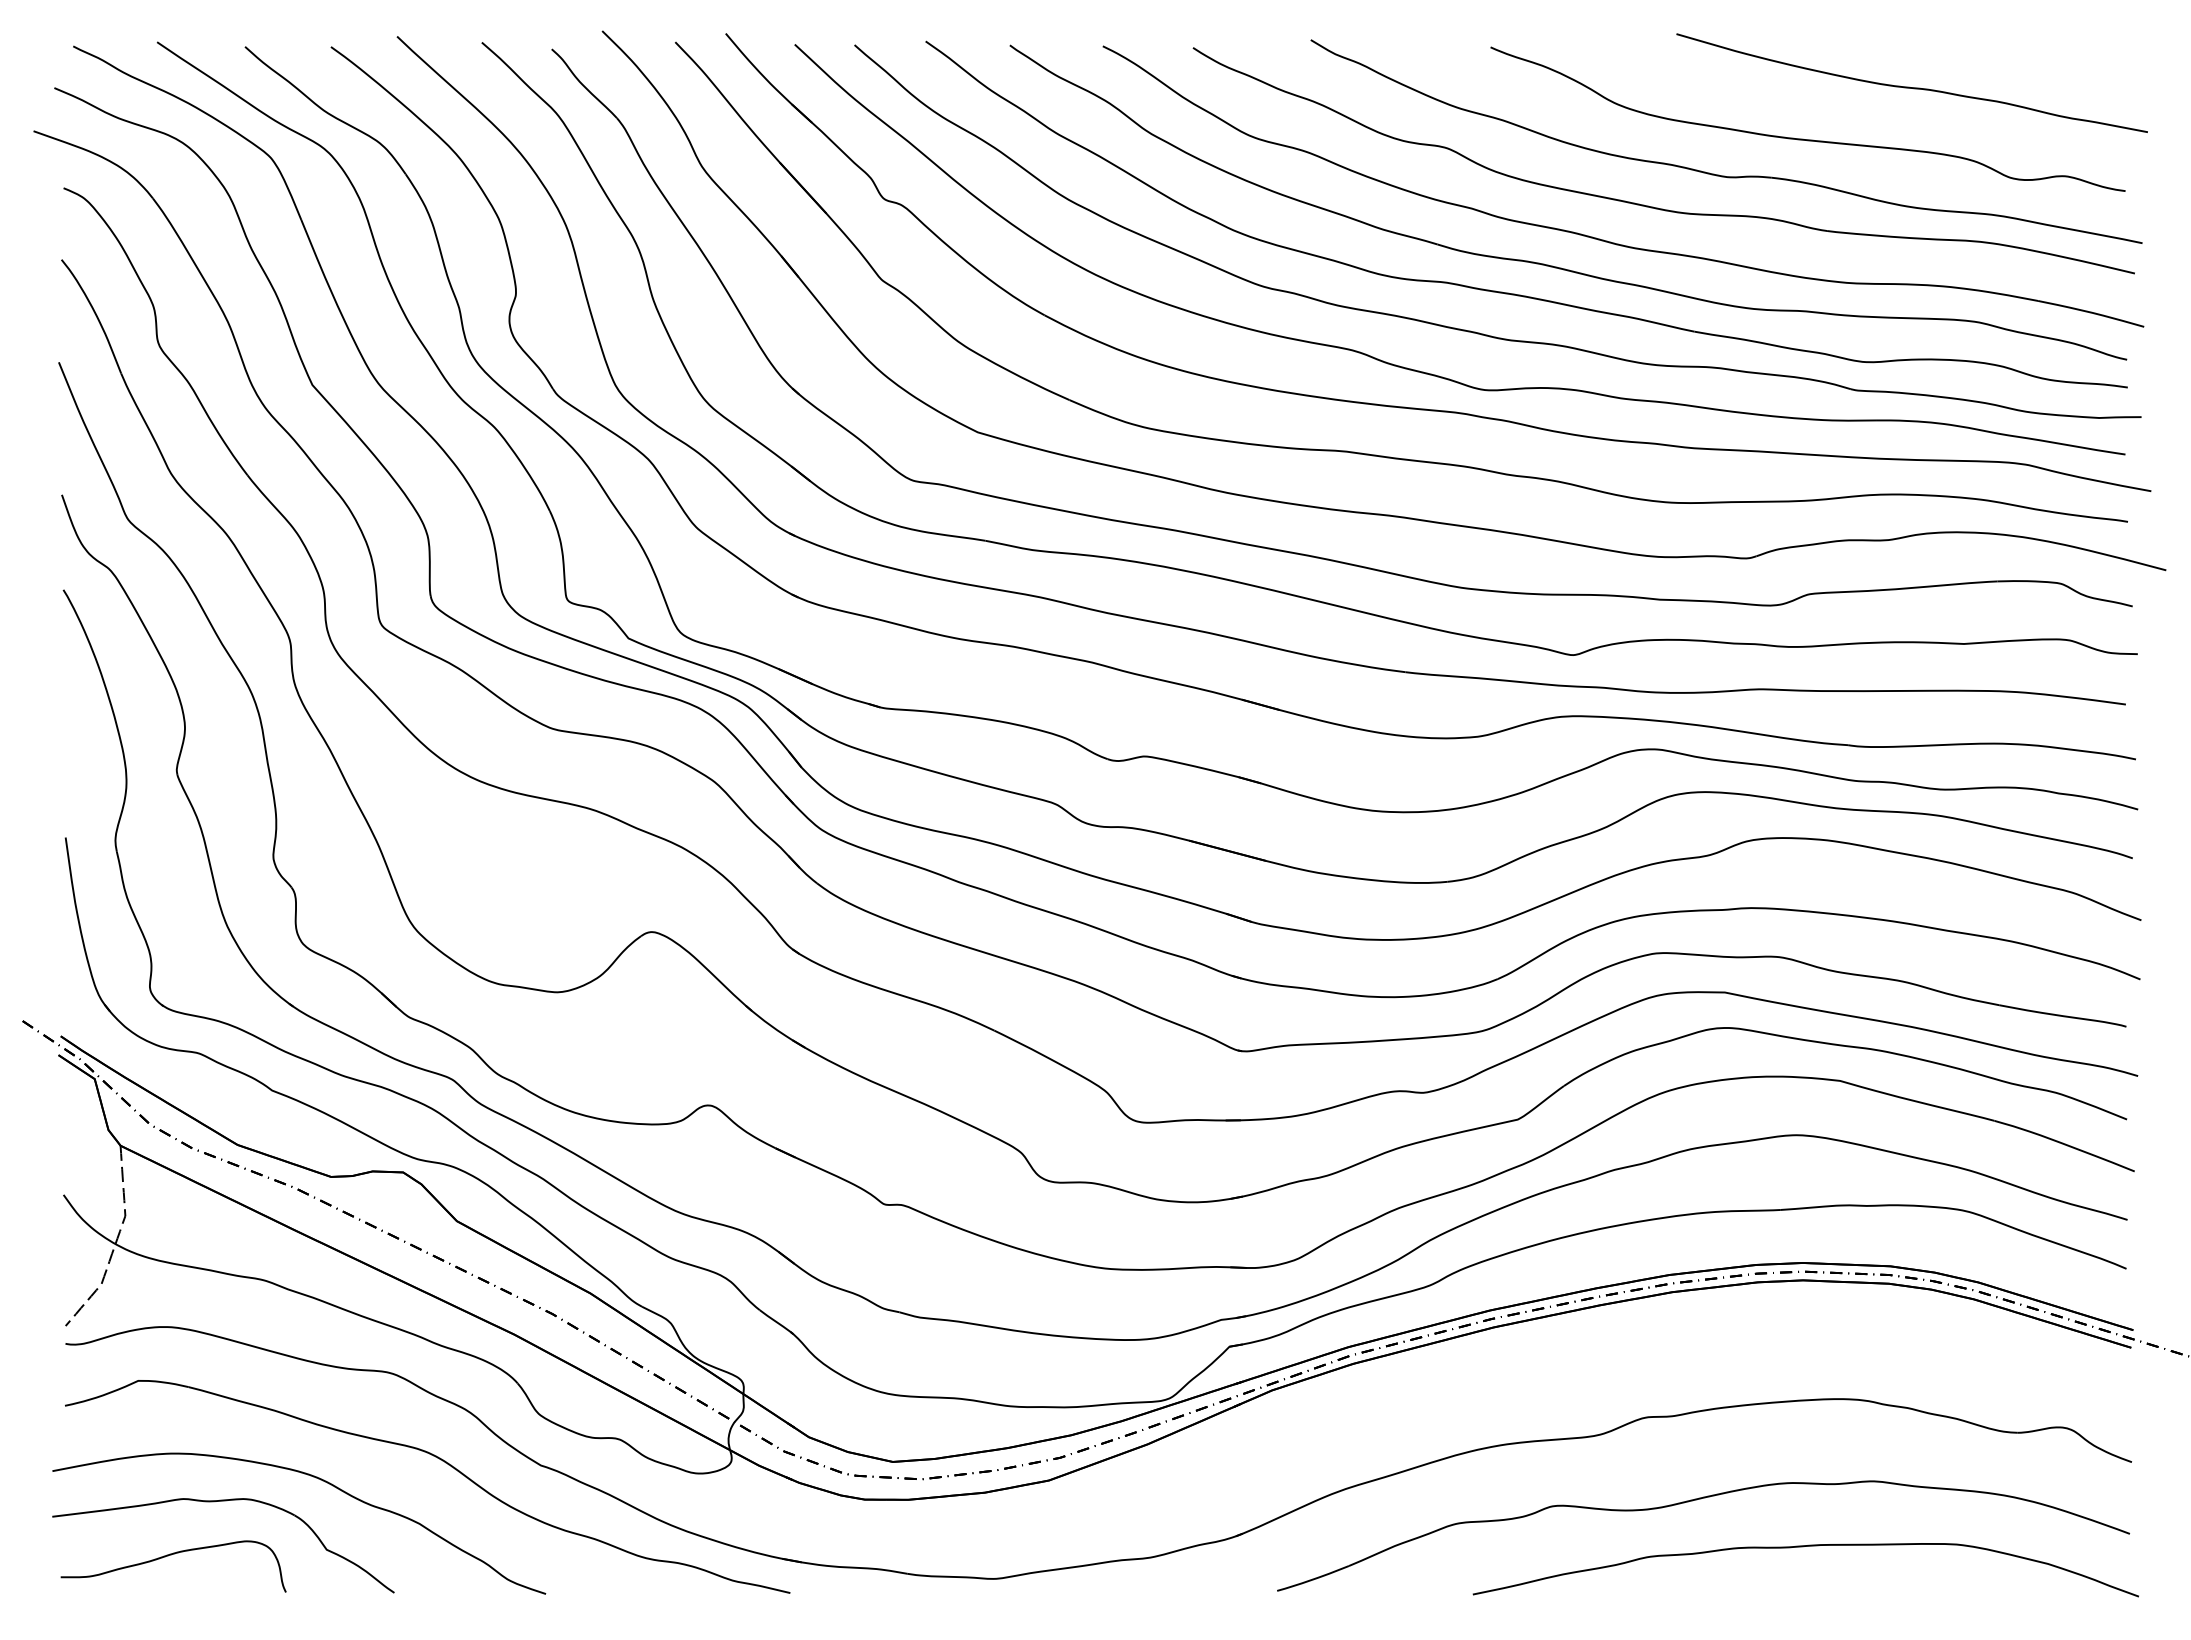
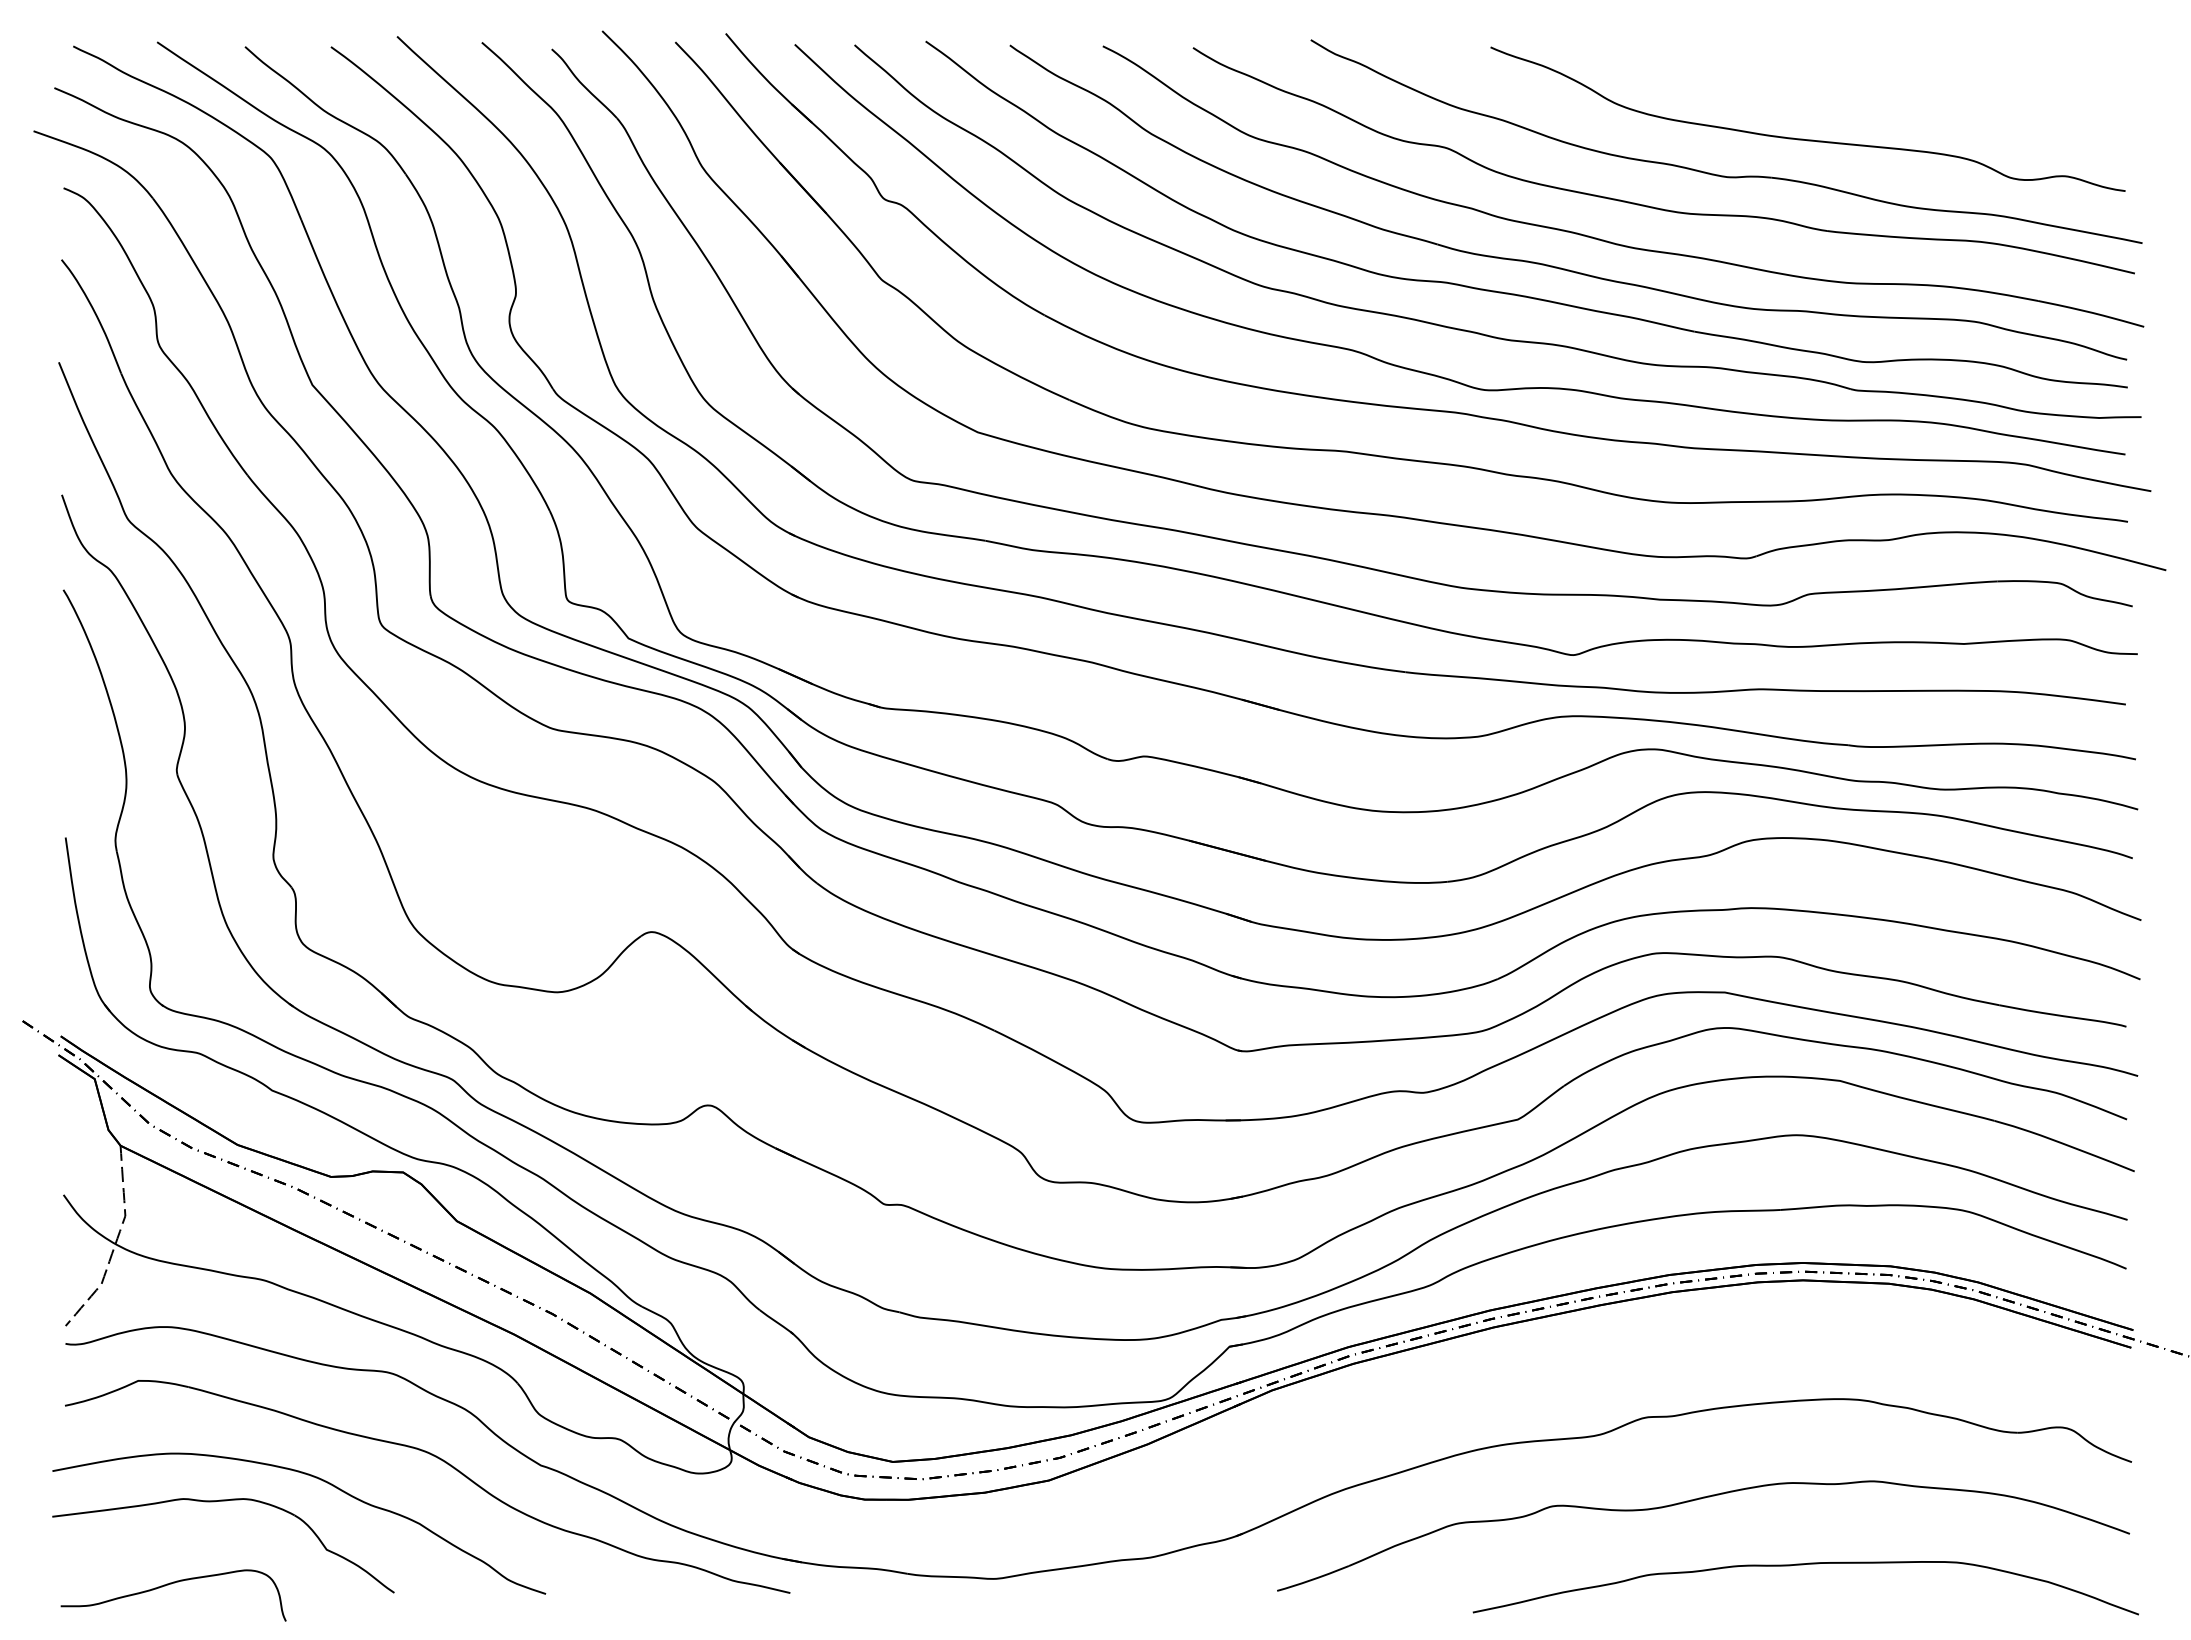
curve at (1909, 86): present -> none
curve at (1803, 1547) position: (1803, 1547) -> (1803, 1565)
curve at (171, 1555) position: (171, 1555) -> (171, 1584)
